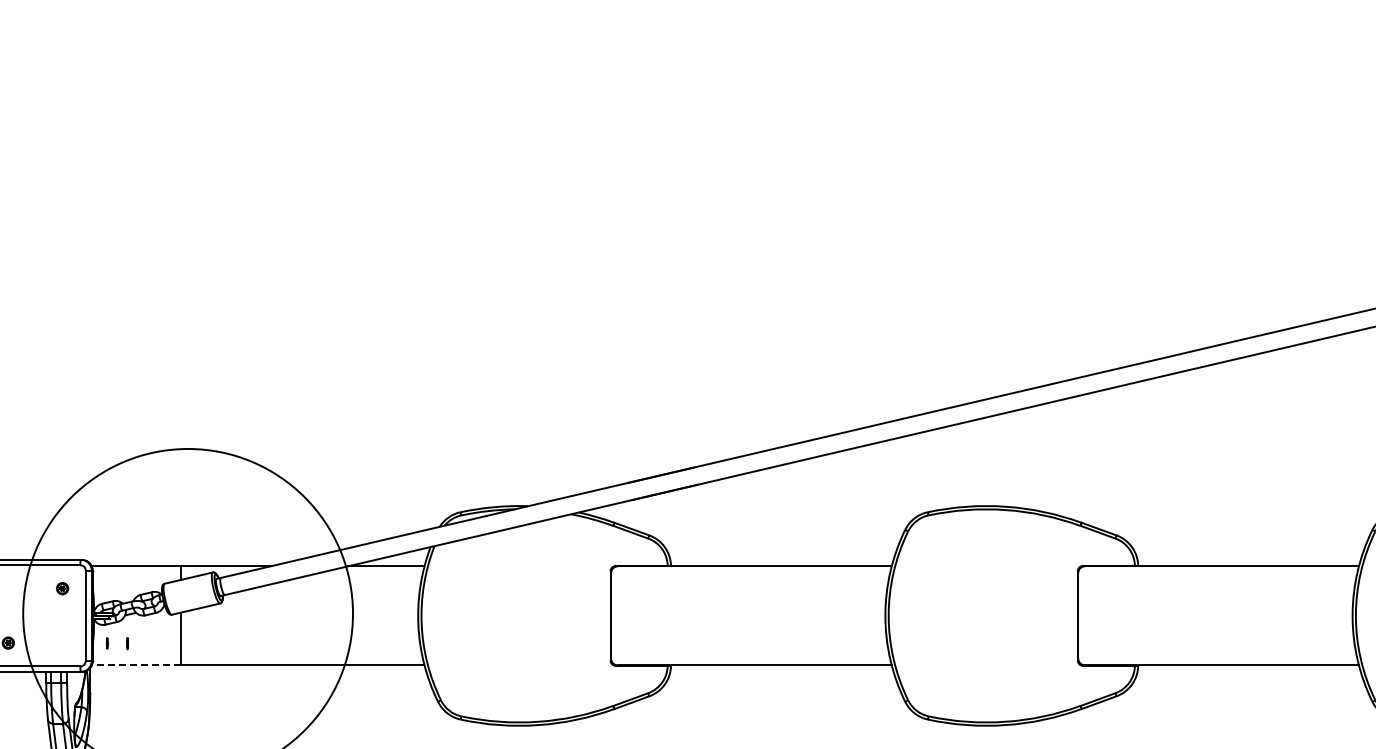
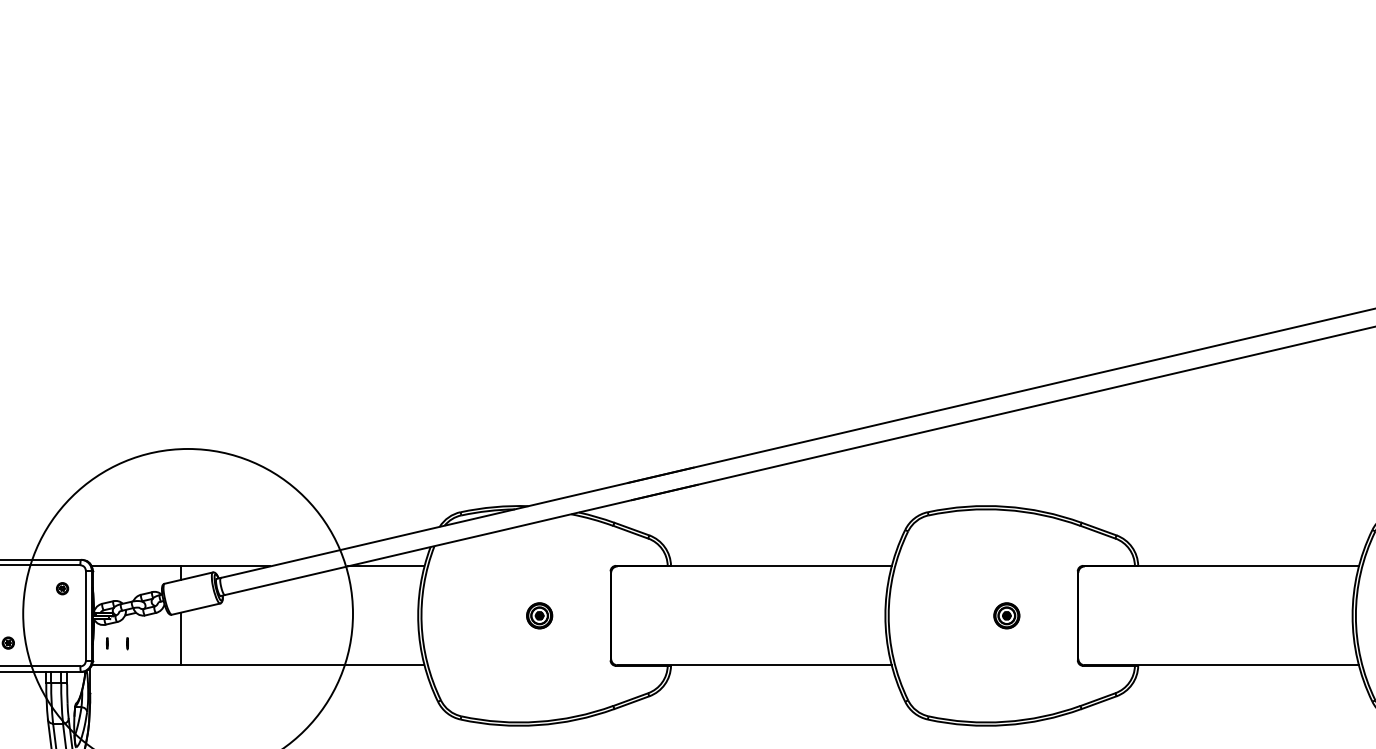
part at (539, 615): none -> present
part at (1006, 615): none -> present
line at (136, 665): dashed -> solid
